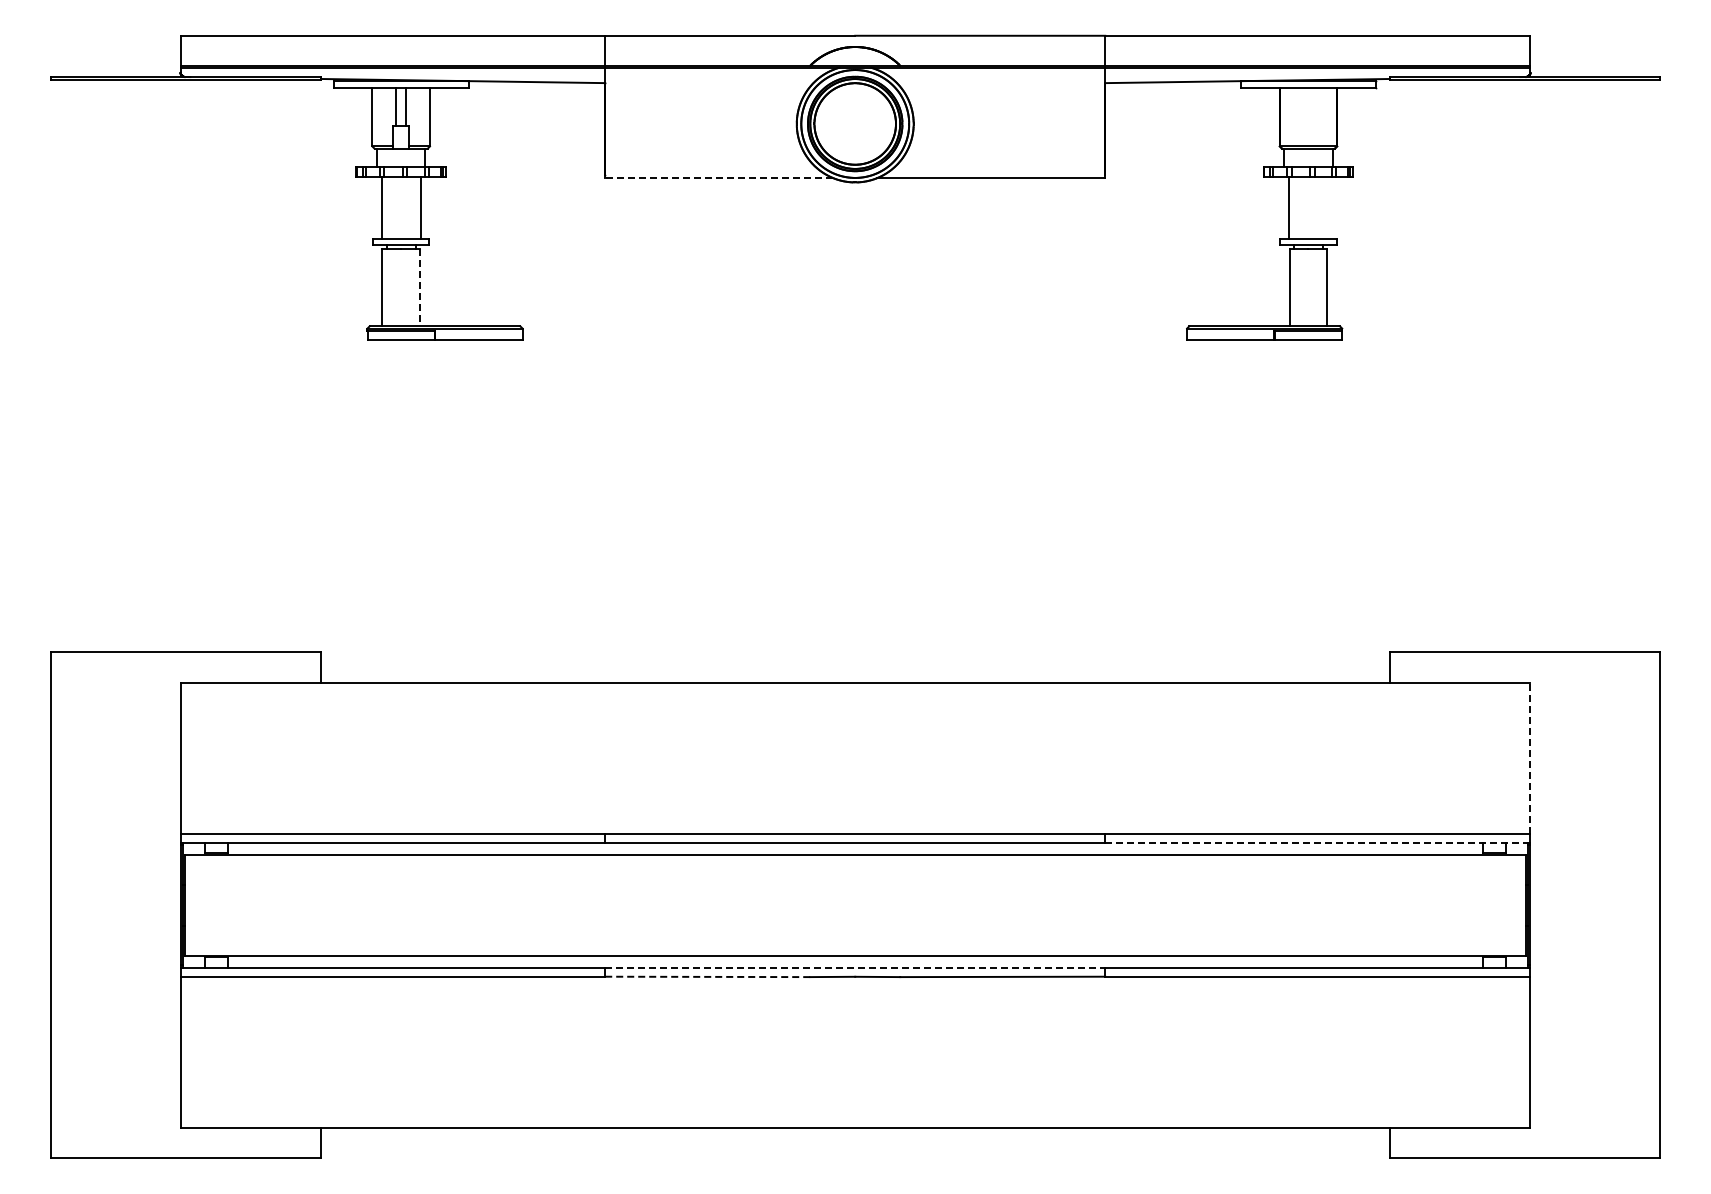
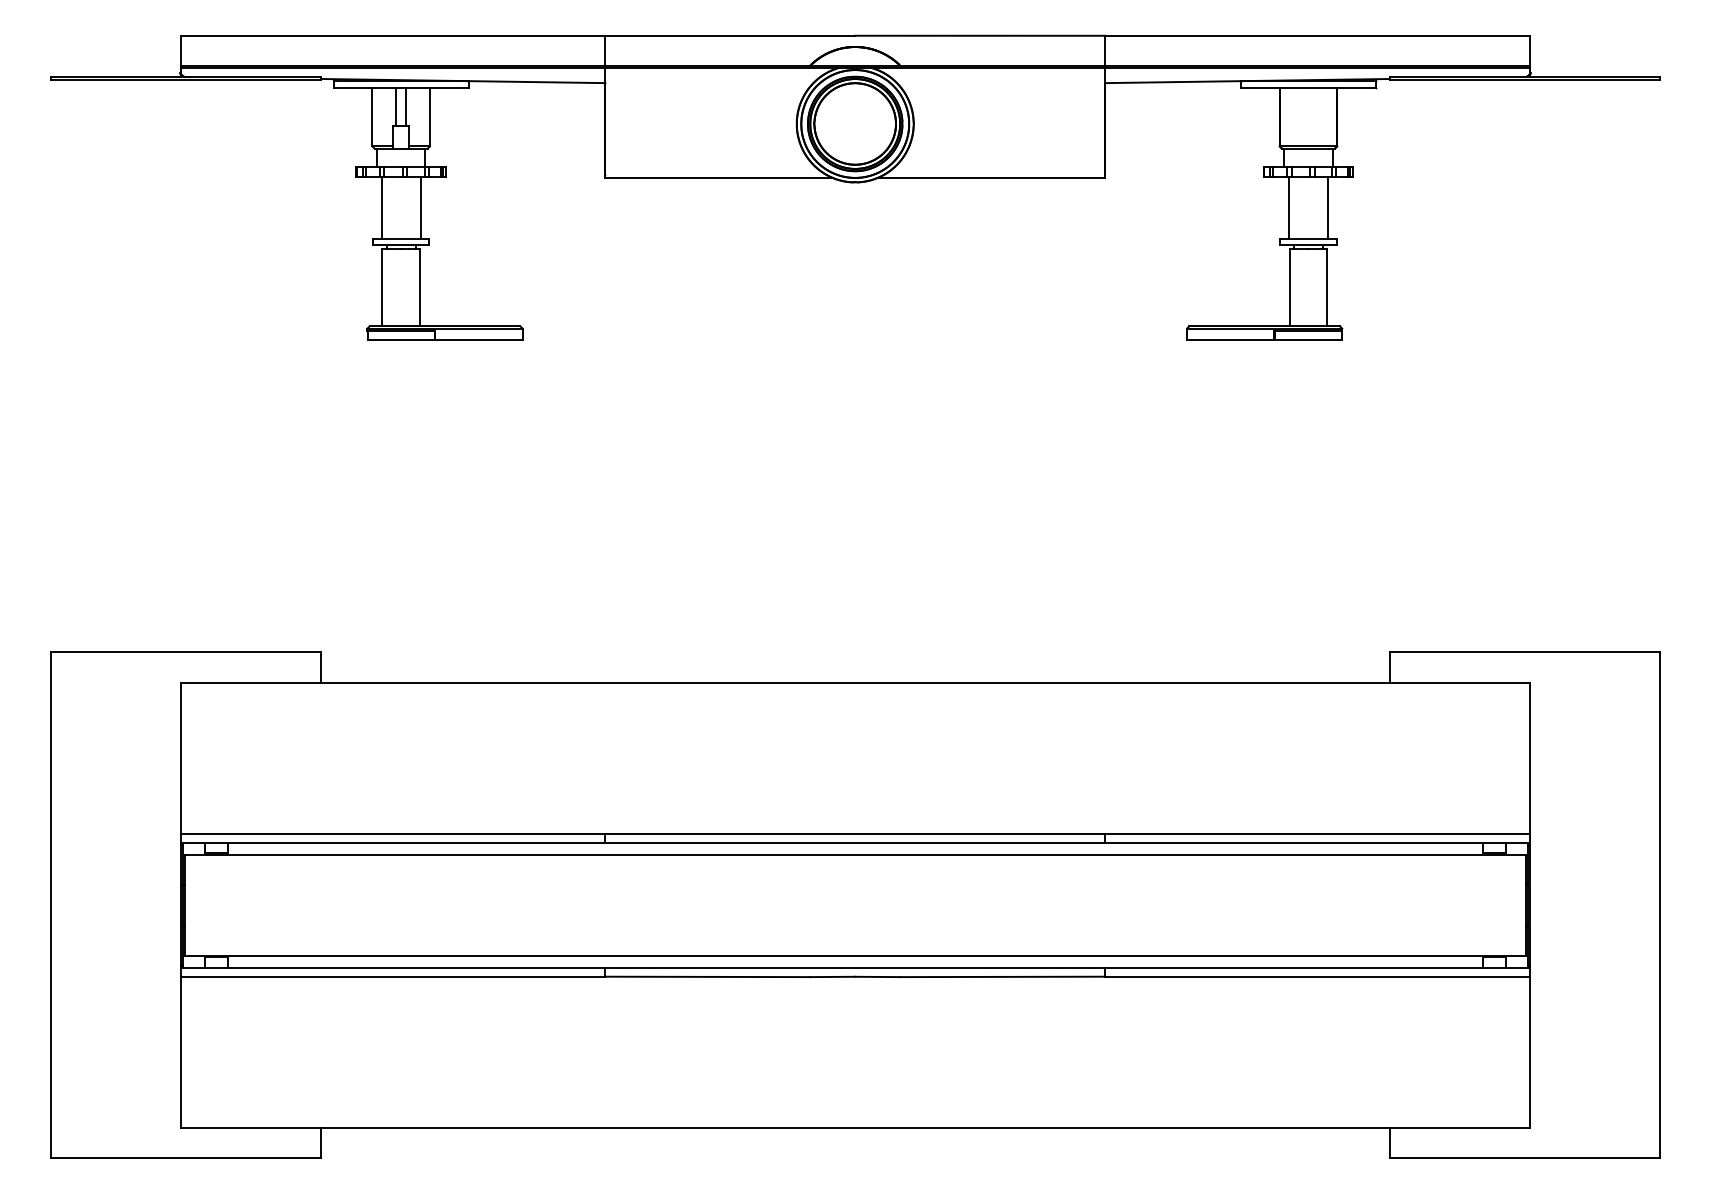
line at (719, 178): dashed -> solid
line at (1328, 207): none -> present
line at (419, 287): dashed -> solid
line at (1530, 757): dashed -> solid
line at (1316, 842): dashed -> solid
line at (855, 967): dashed -> solid
line at (707, 976): dashed -> solid
